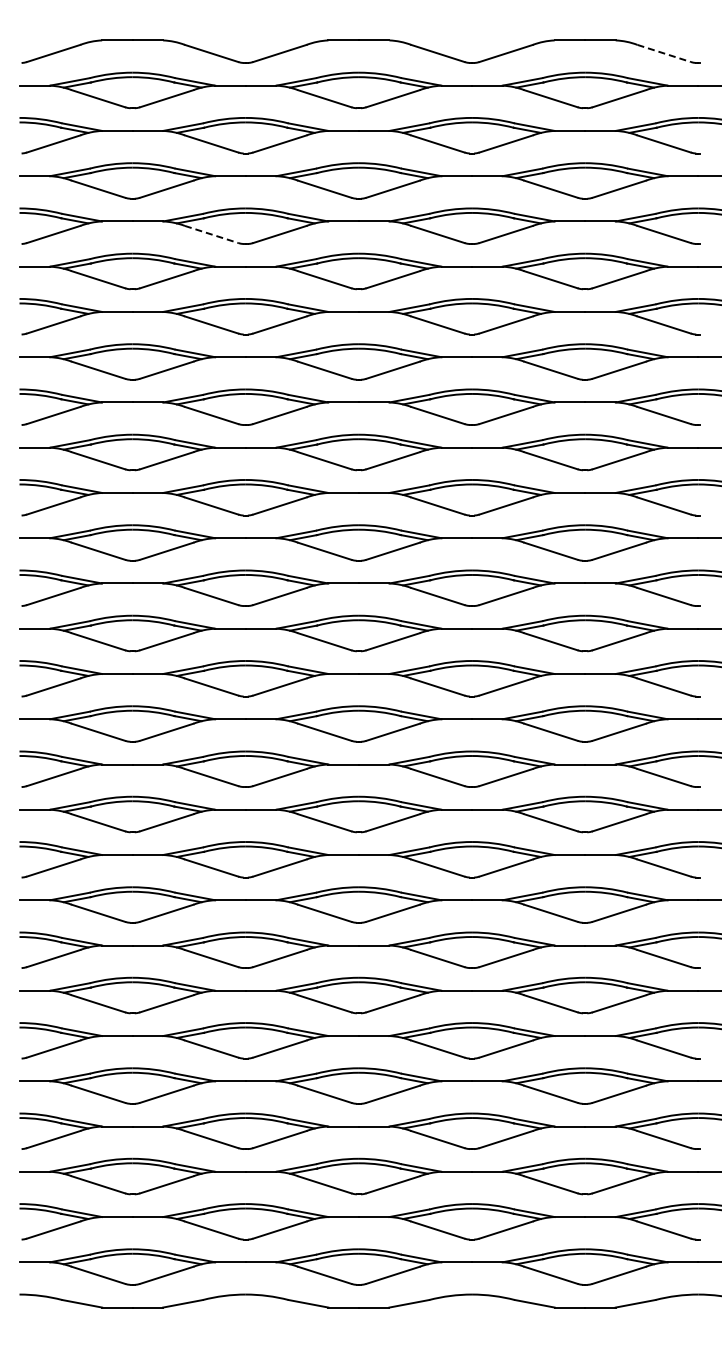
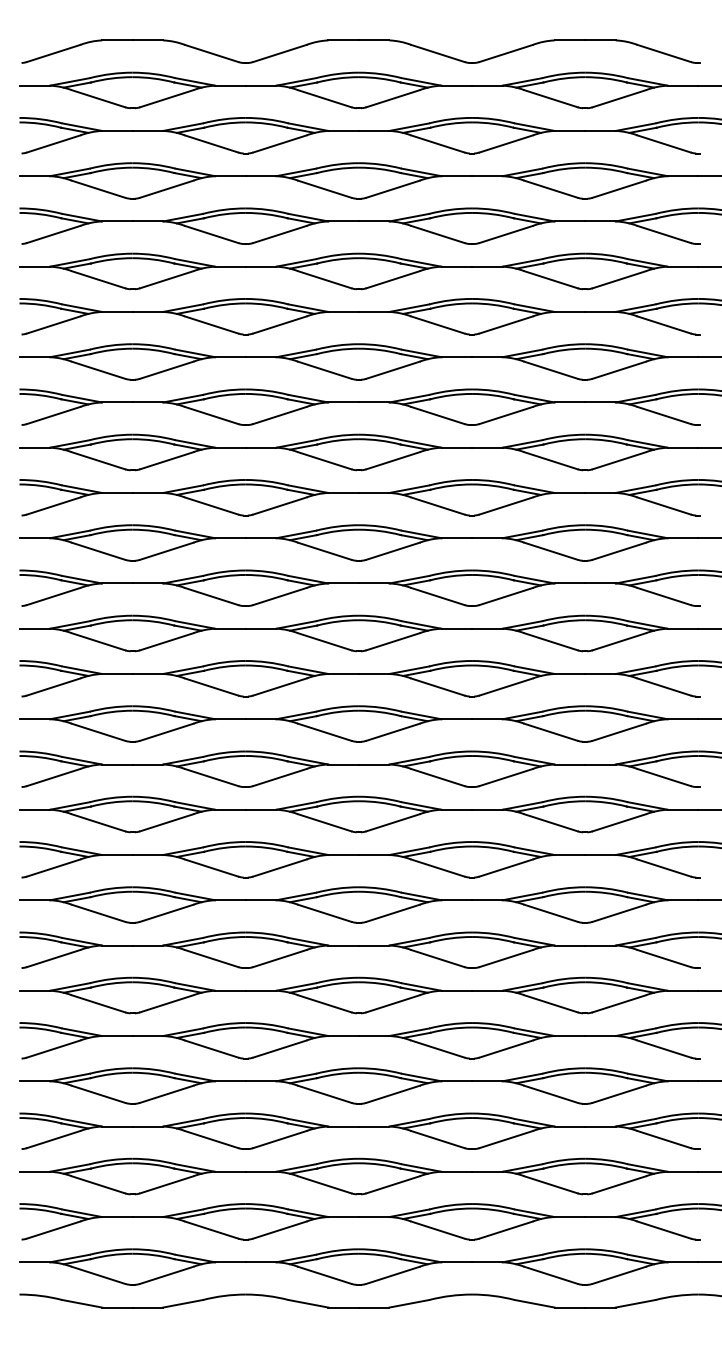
line at (664, 53): dashed -> solid
line at (211, 234): dashed -> solid
